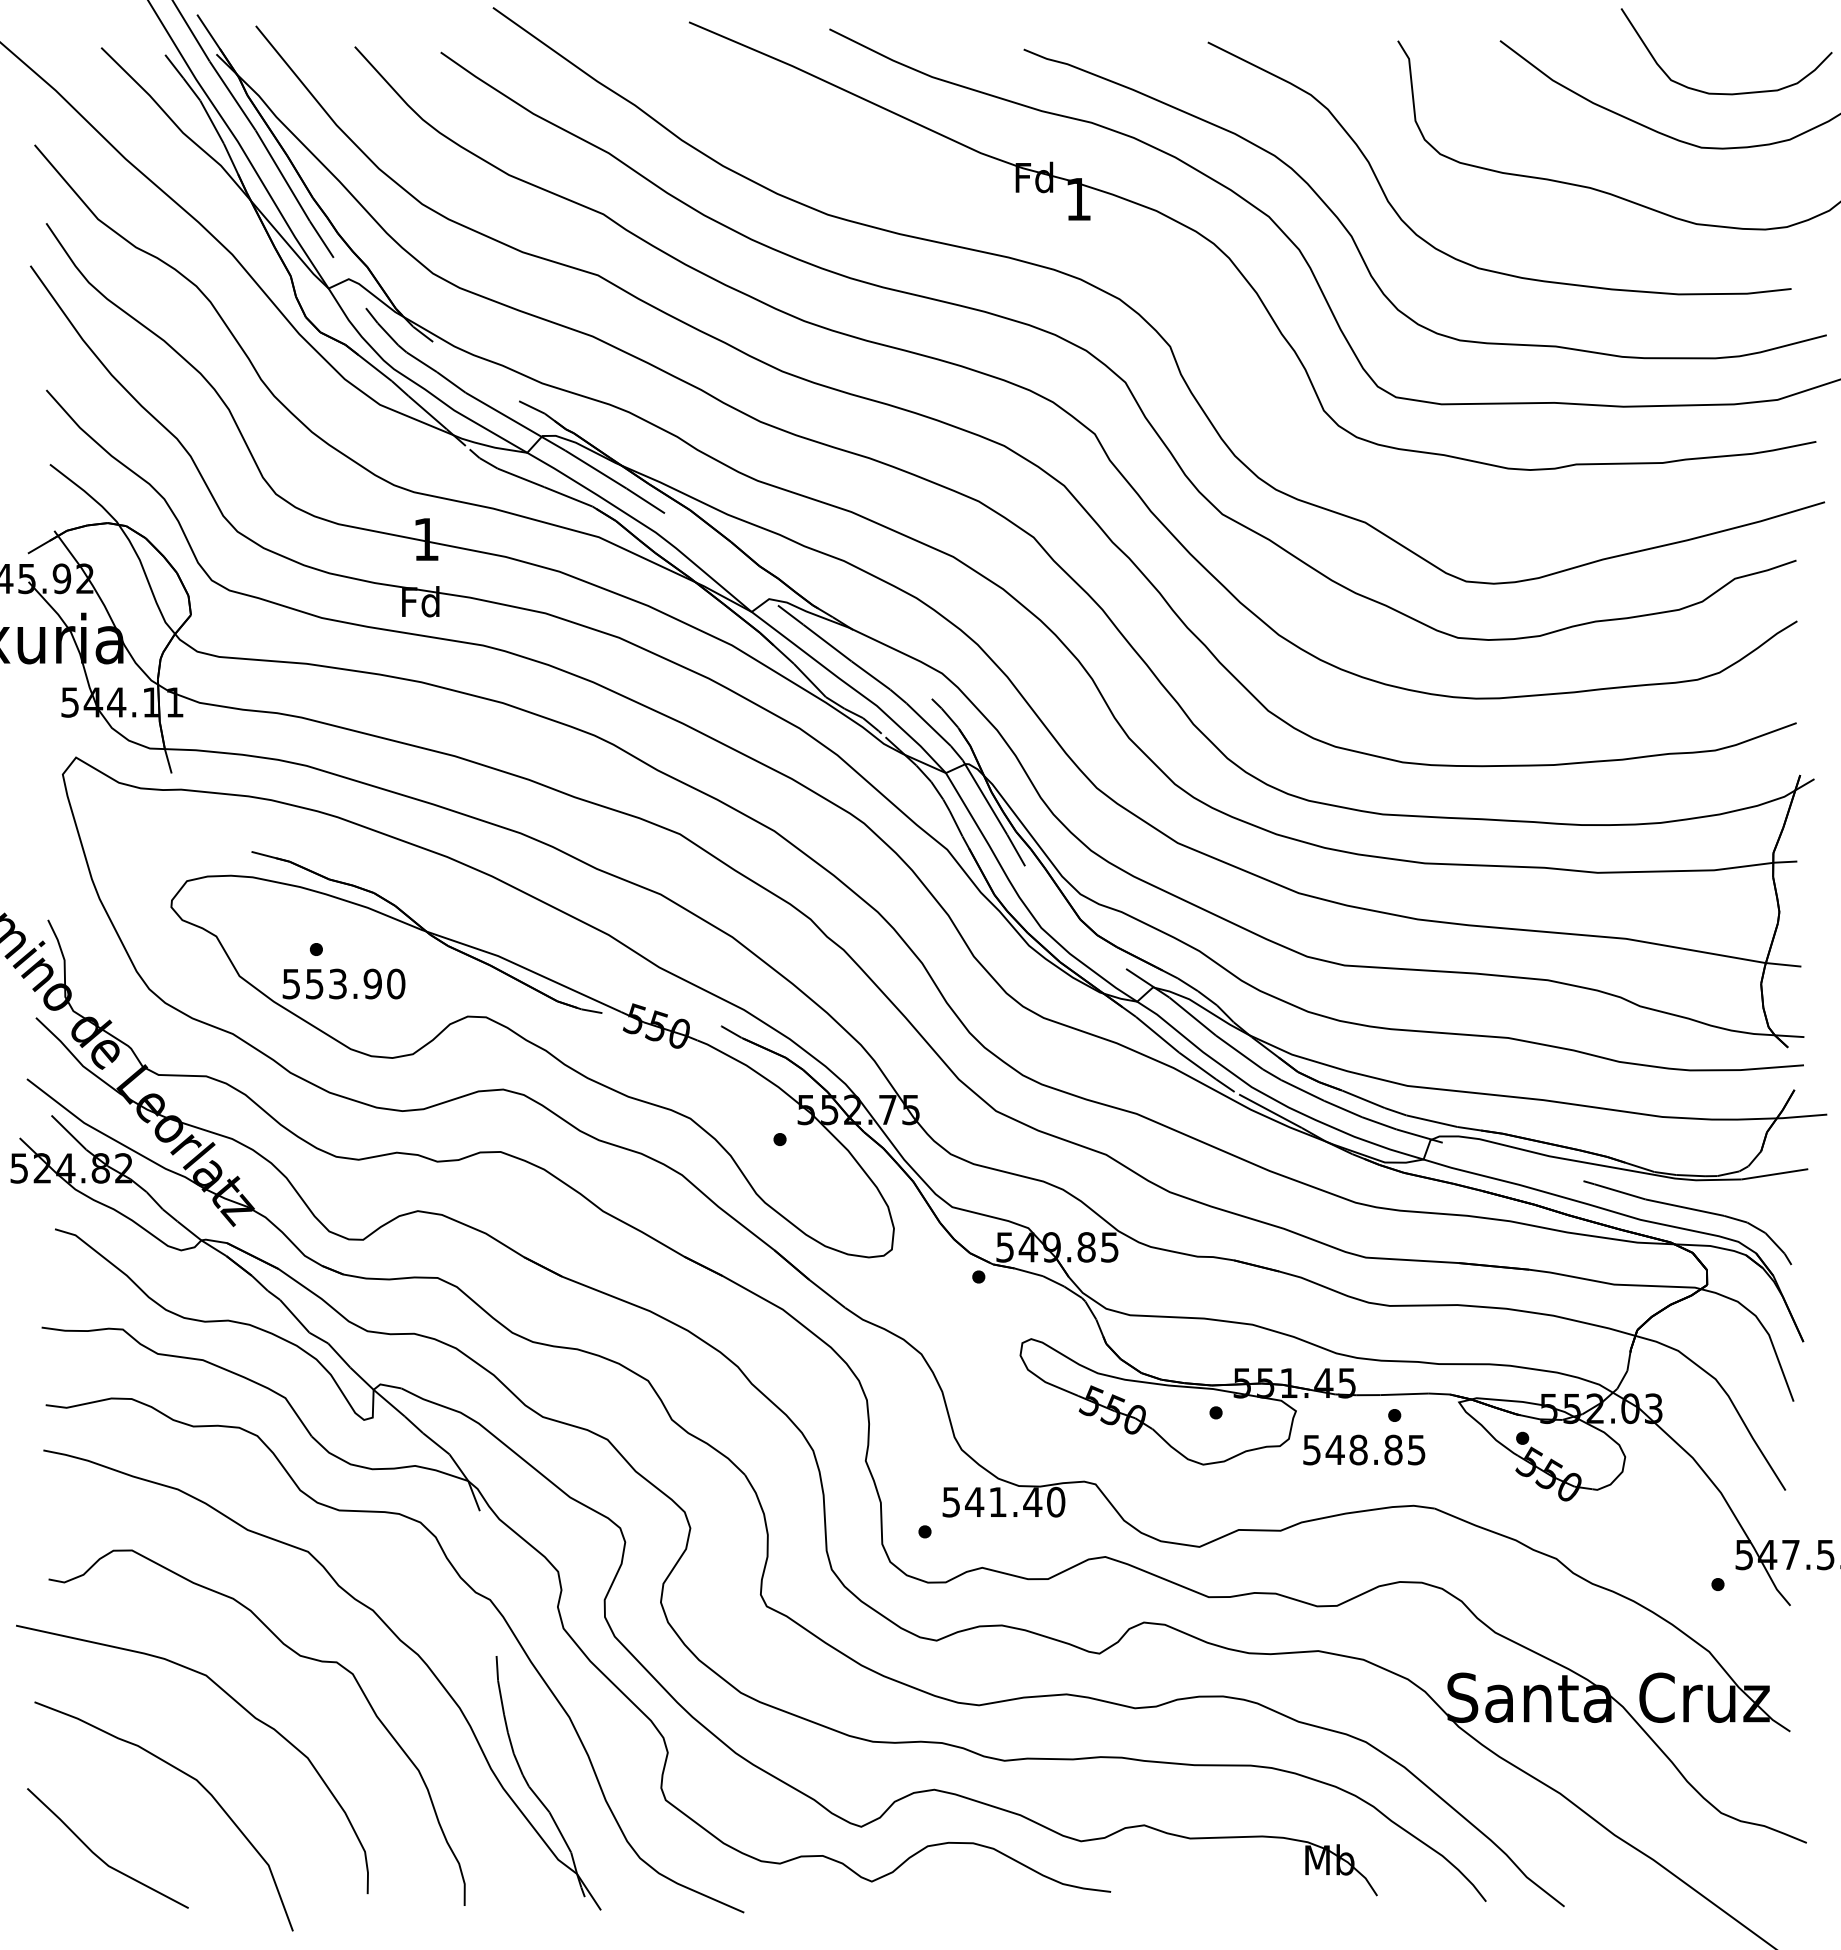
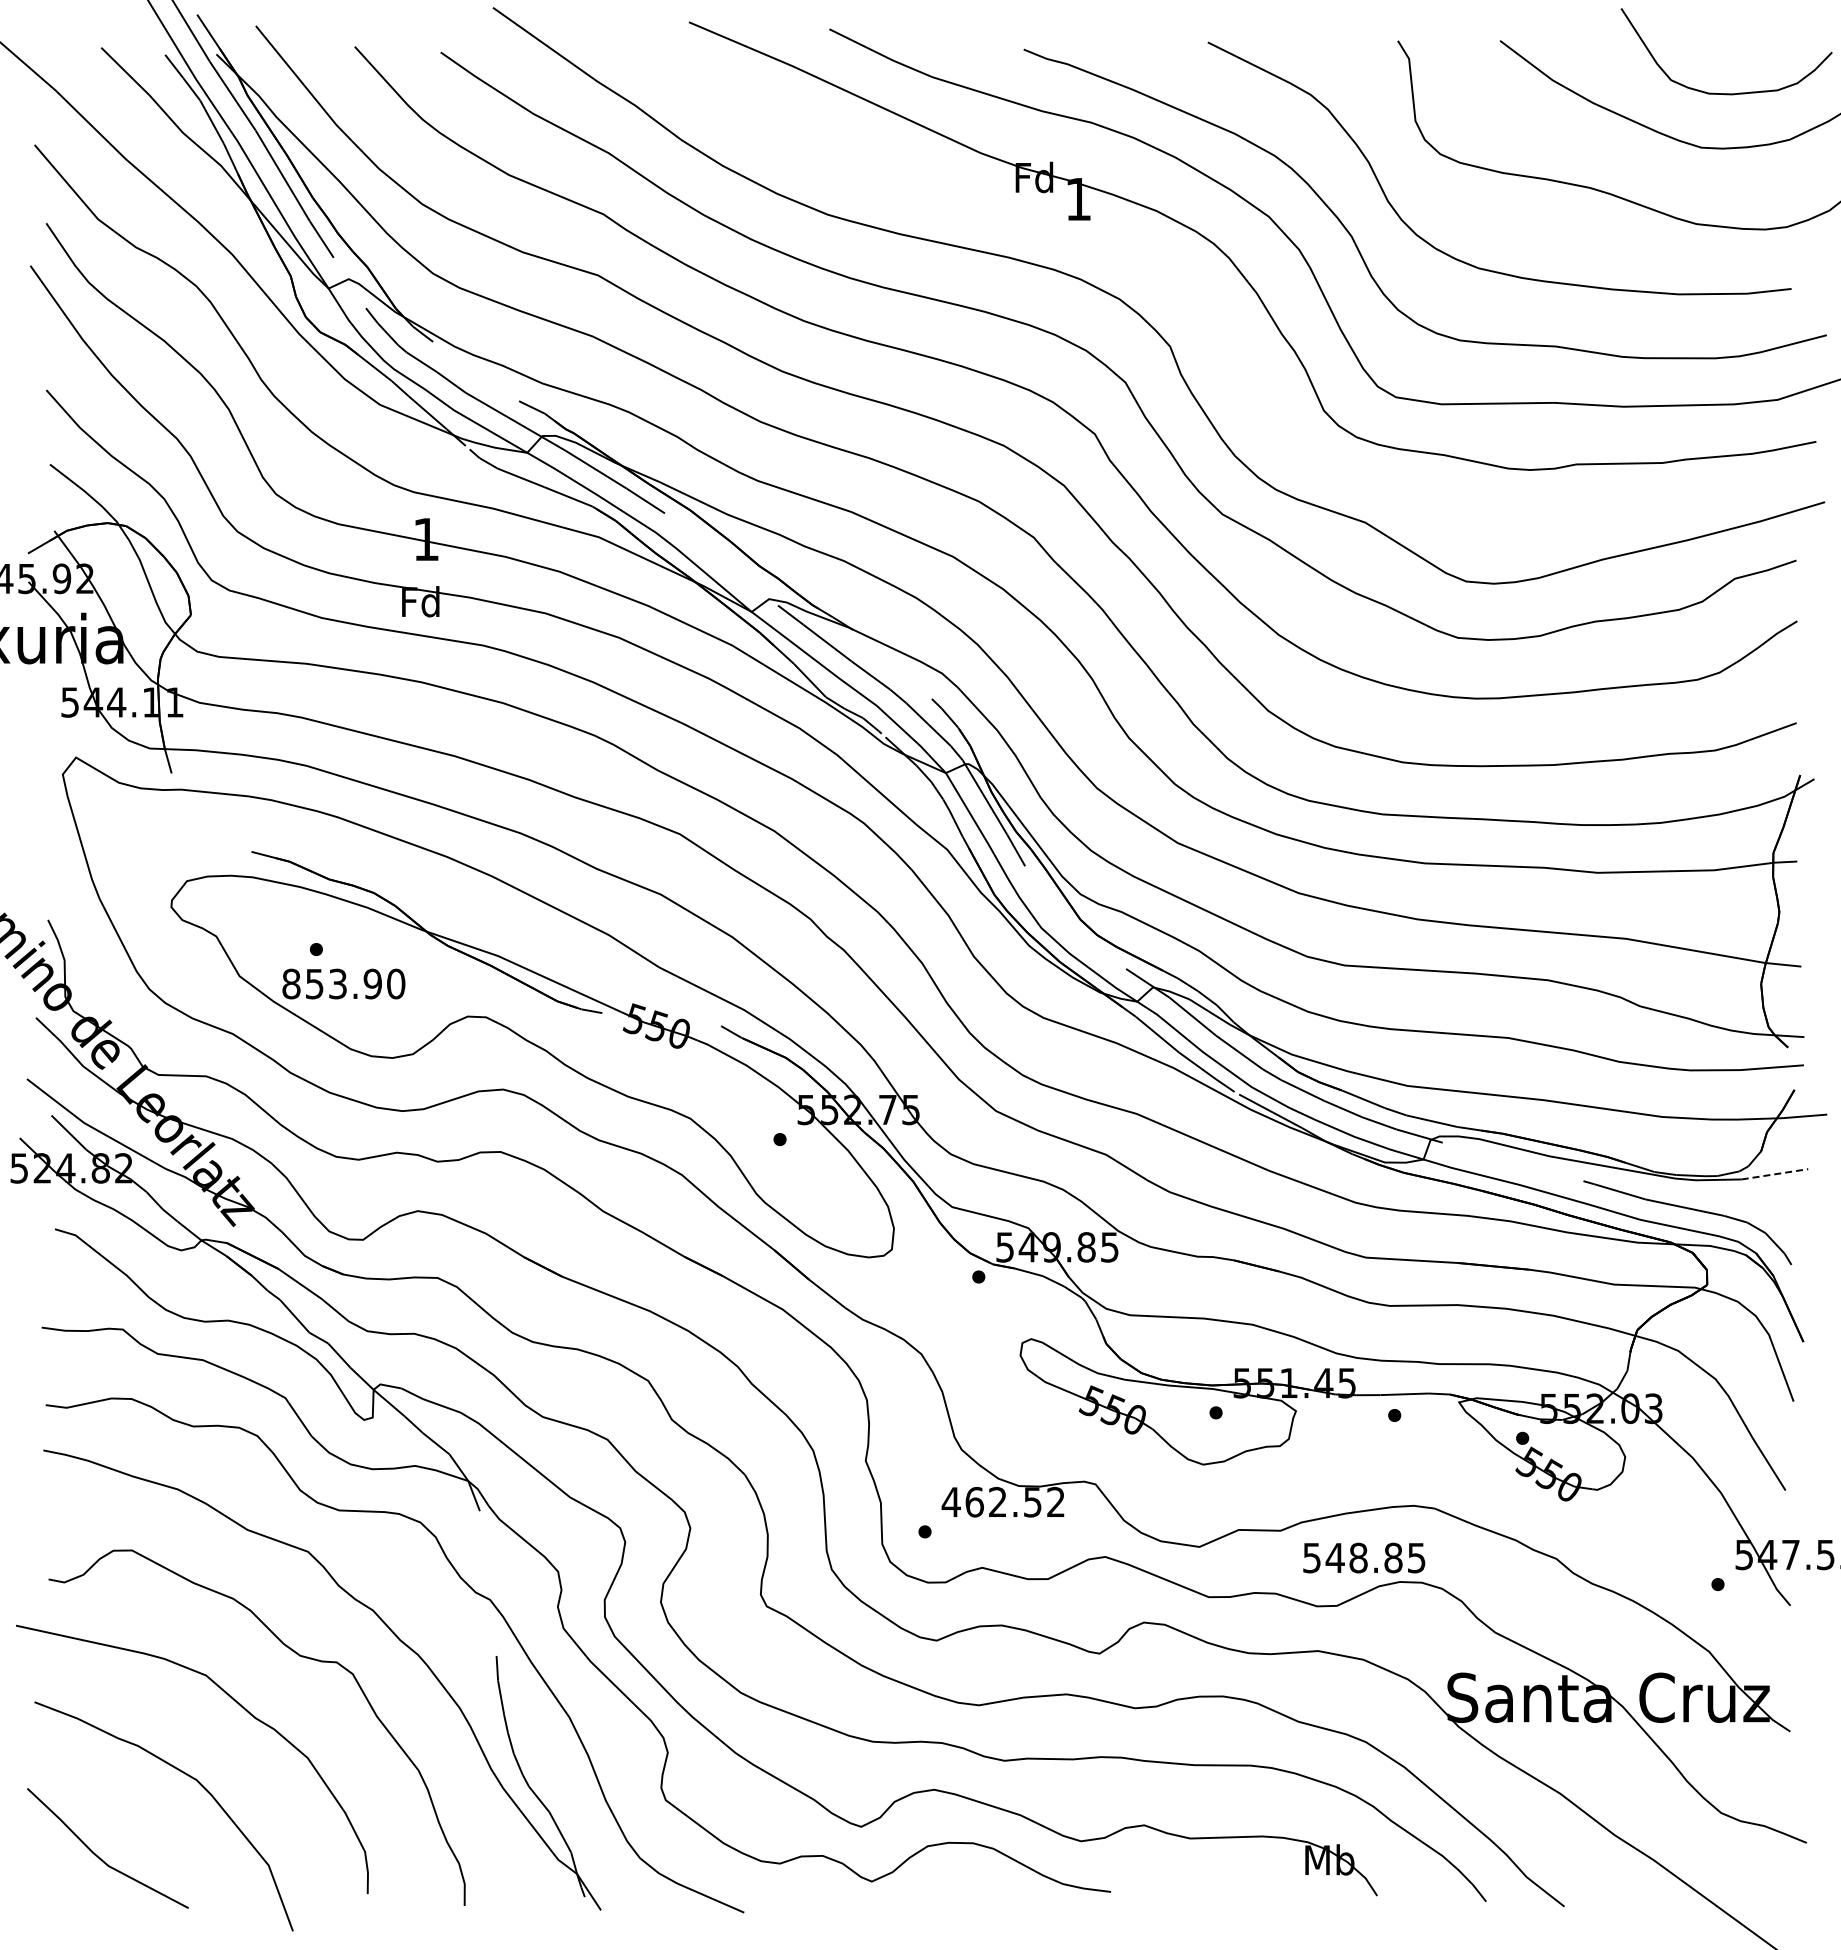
text at (291, 983): 553.90 -> 853.90
line at (1774, 1174): solid -> dashed
text at (1364, 1449) position: (1364, 1449) -> (1364, 1557)
text at (1003, 1501): 541.40 -> 462.52
